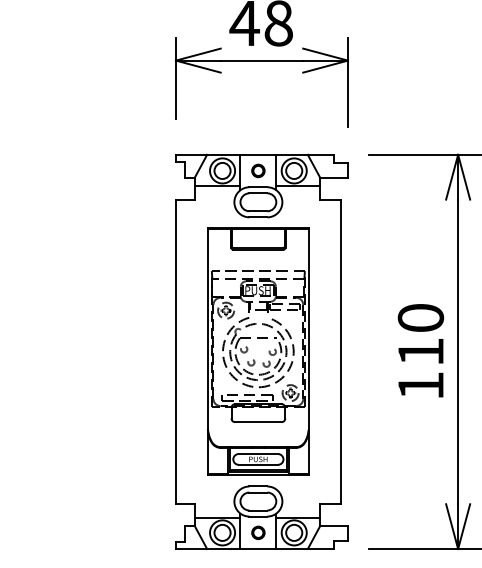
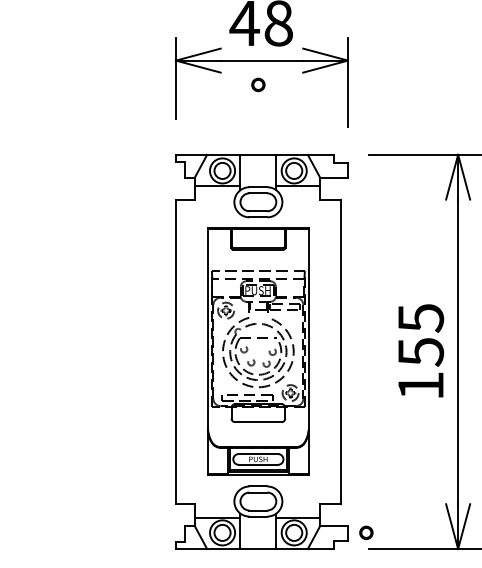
part at (258, 170) position: (258, 170) -> (258, 84)
text at (420, 335): 110 -> 155
circle at (258, 532) position: (258, 532) -> (366, 532)
